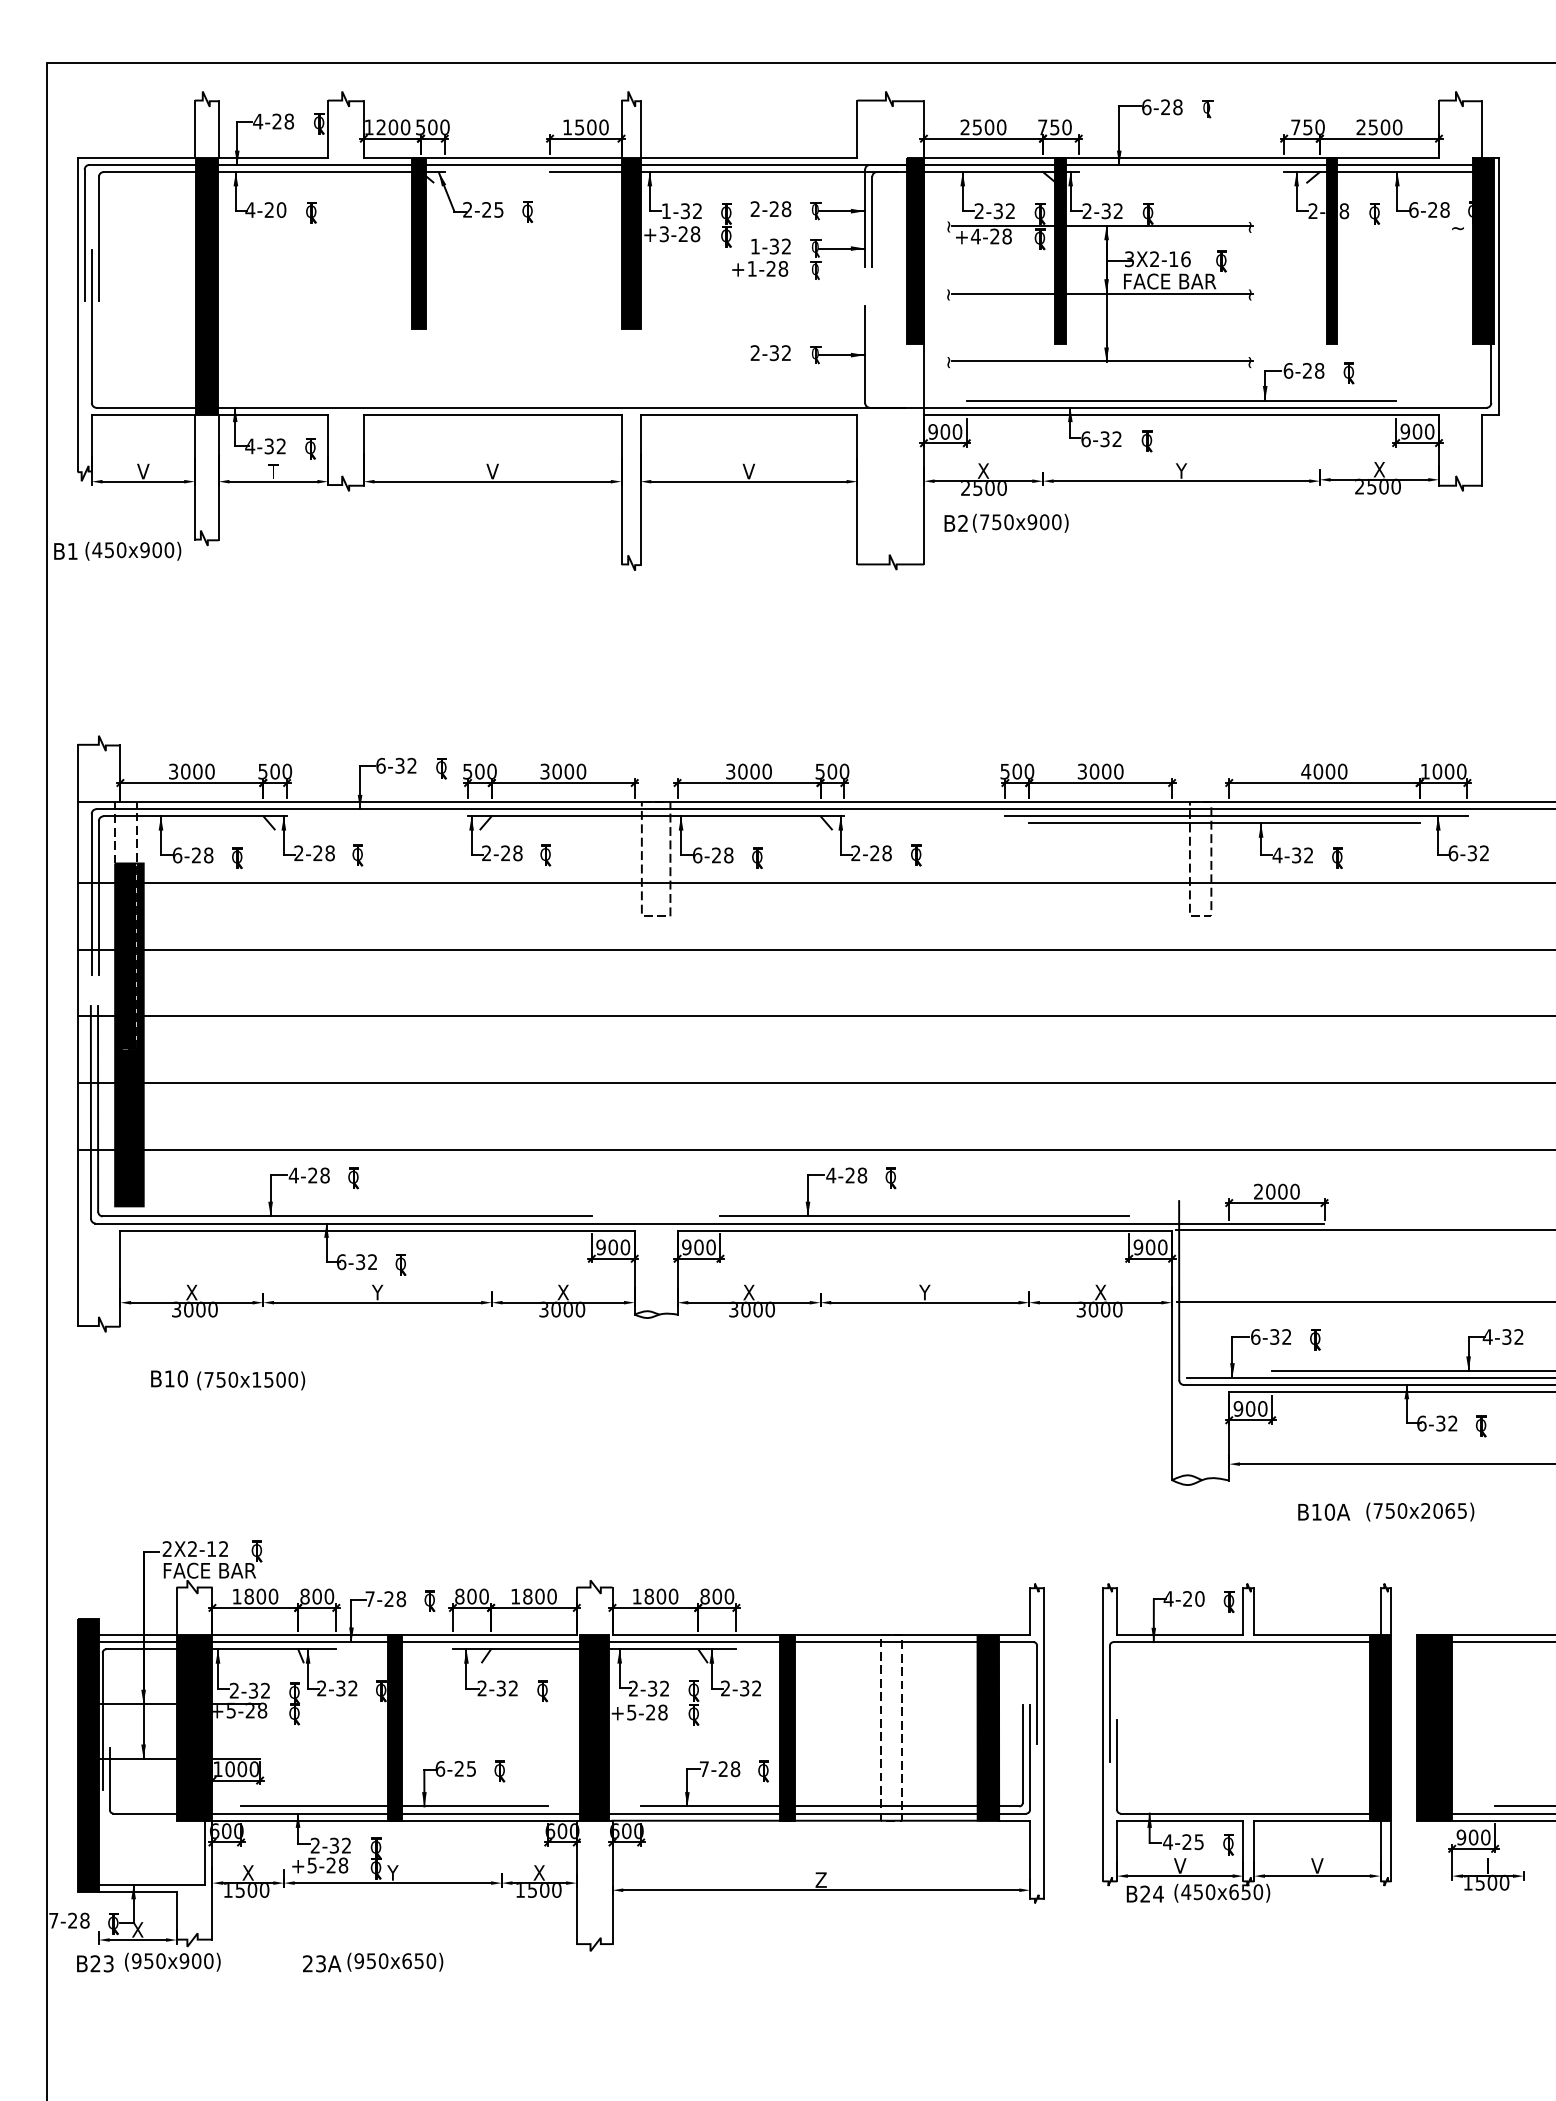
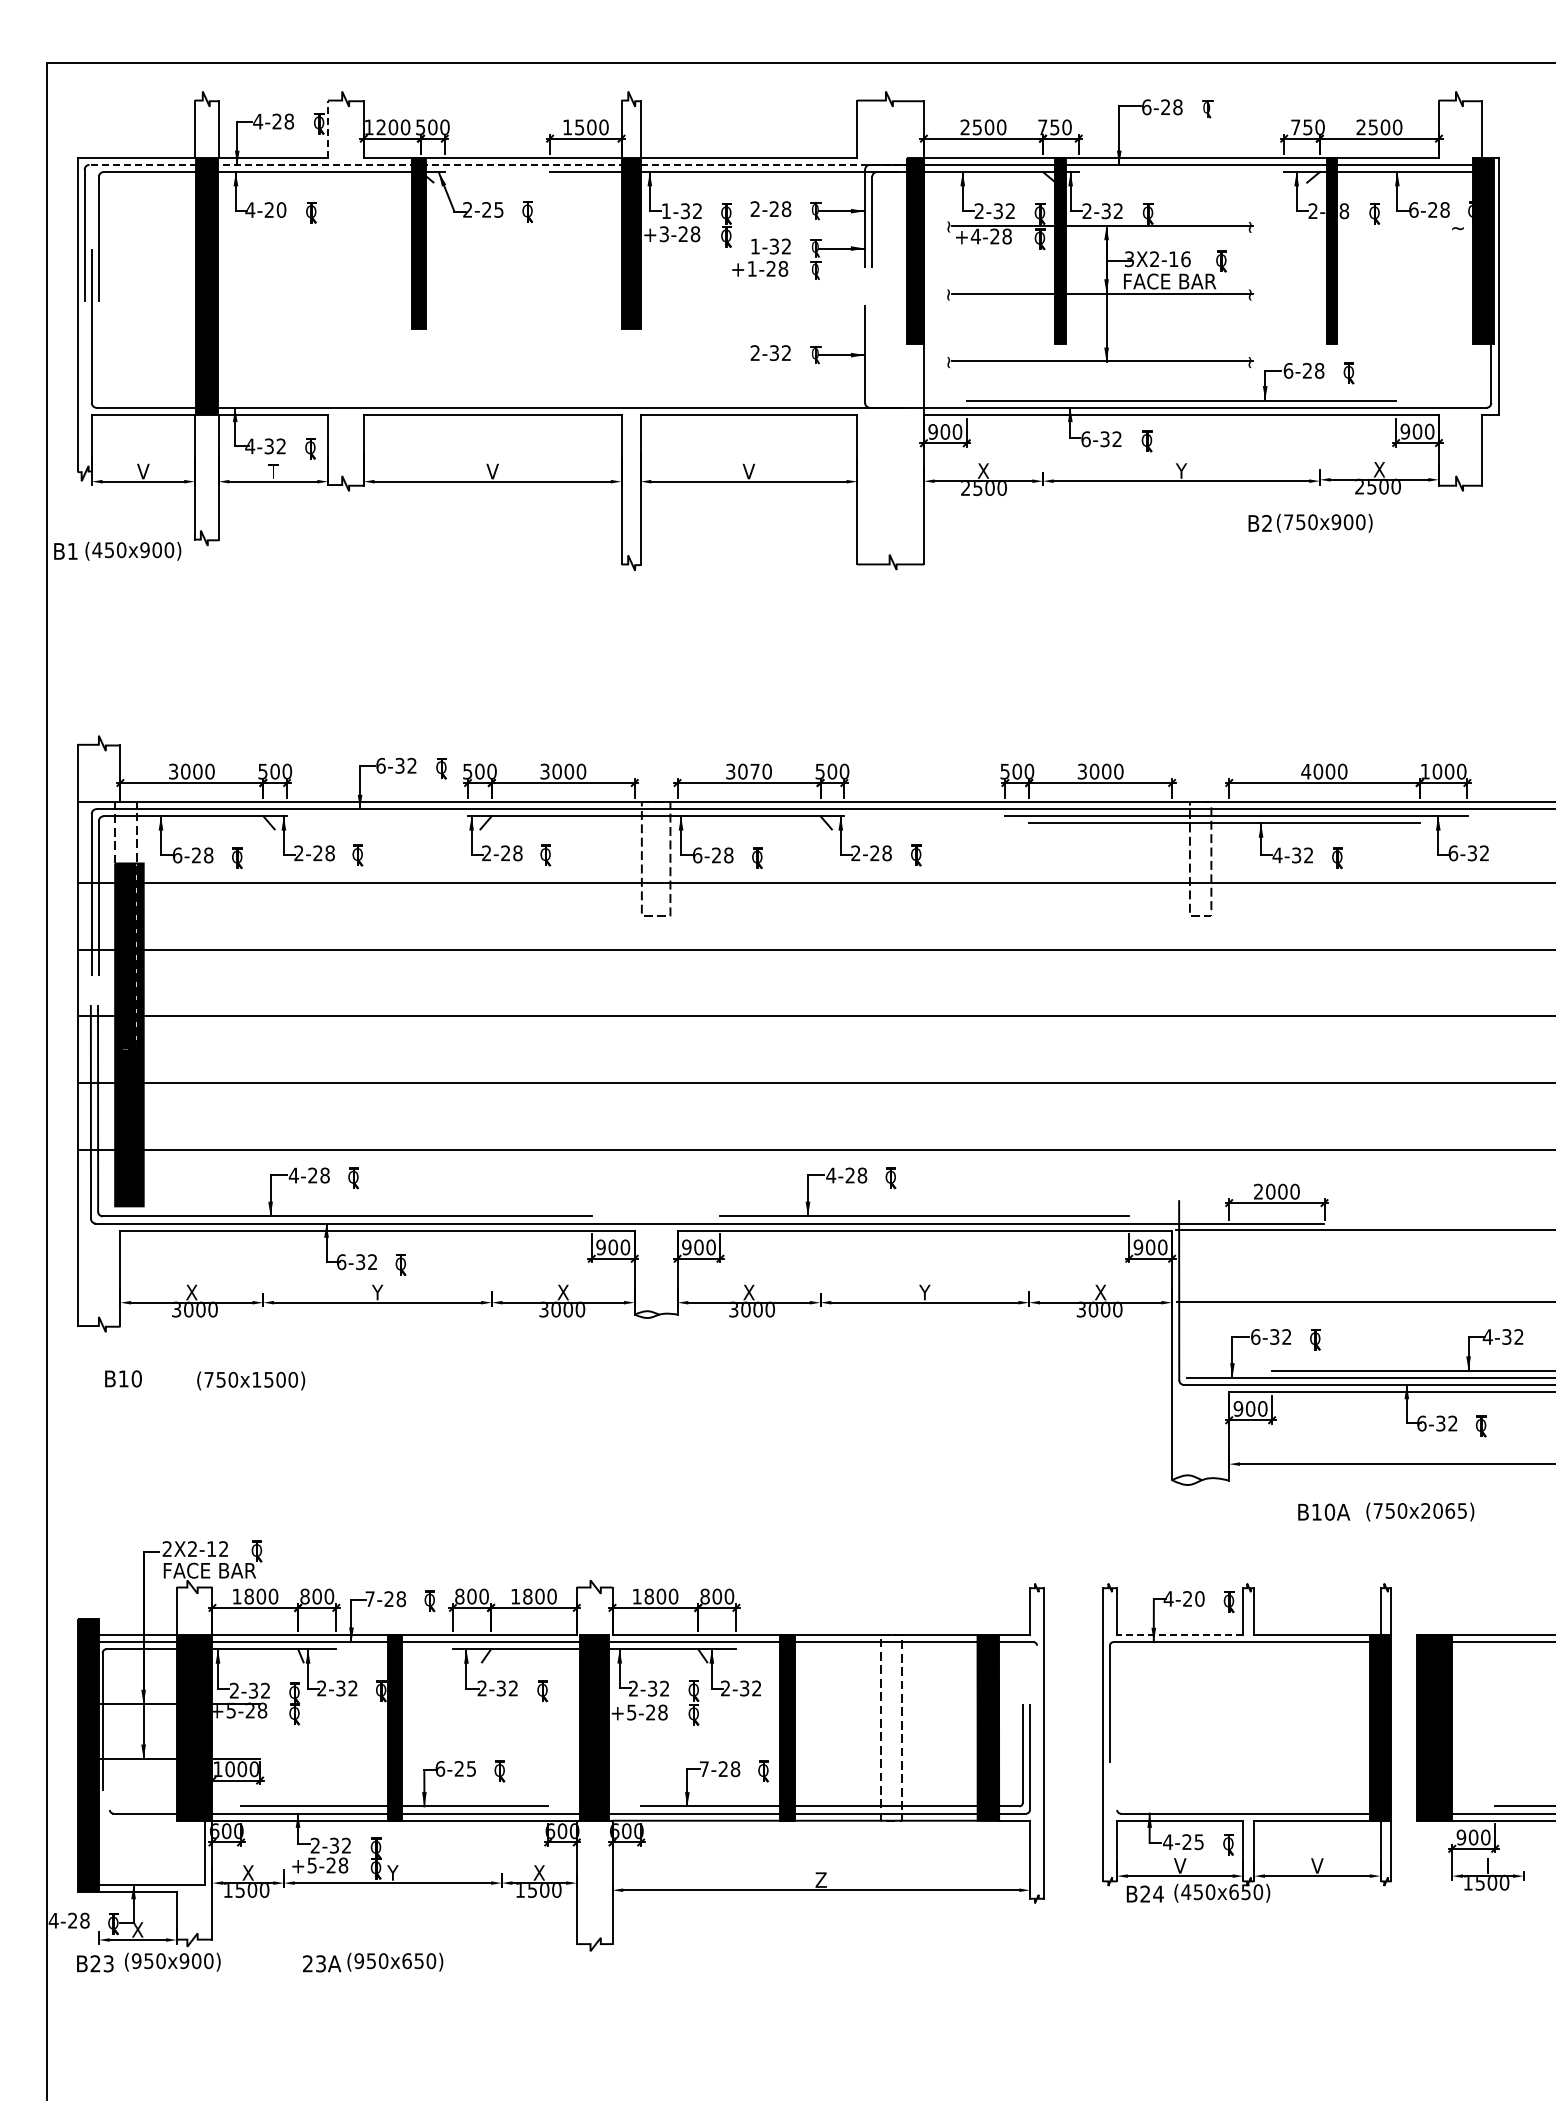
line at (328, 129): solid -> dashed
line at (500, 164): solid -> dashed
text at (1006, 522) position: (1006, 522) -> (1310, 522)
text at (754, 771): 3000 -> 3070
text at (169, 1378) position: (169, 1378) -> (123, 1378)
line at (1179, 1634): solid -> dashed
line at (1037, 1694): present -> none
line at (1117, 1765): present -> none
line at (109, 1779): present -> none
text at (53, 1920): 7-28 -> 4-28
